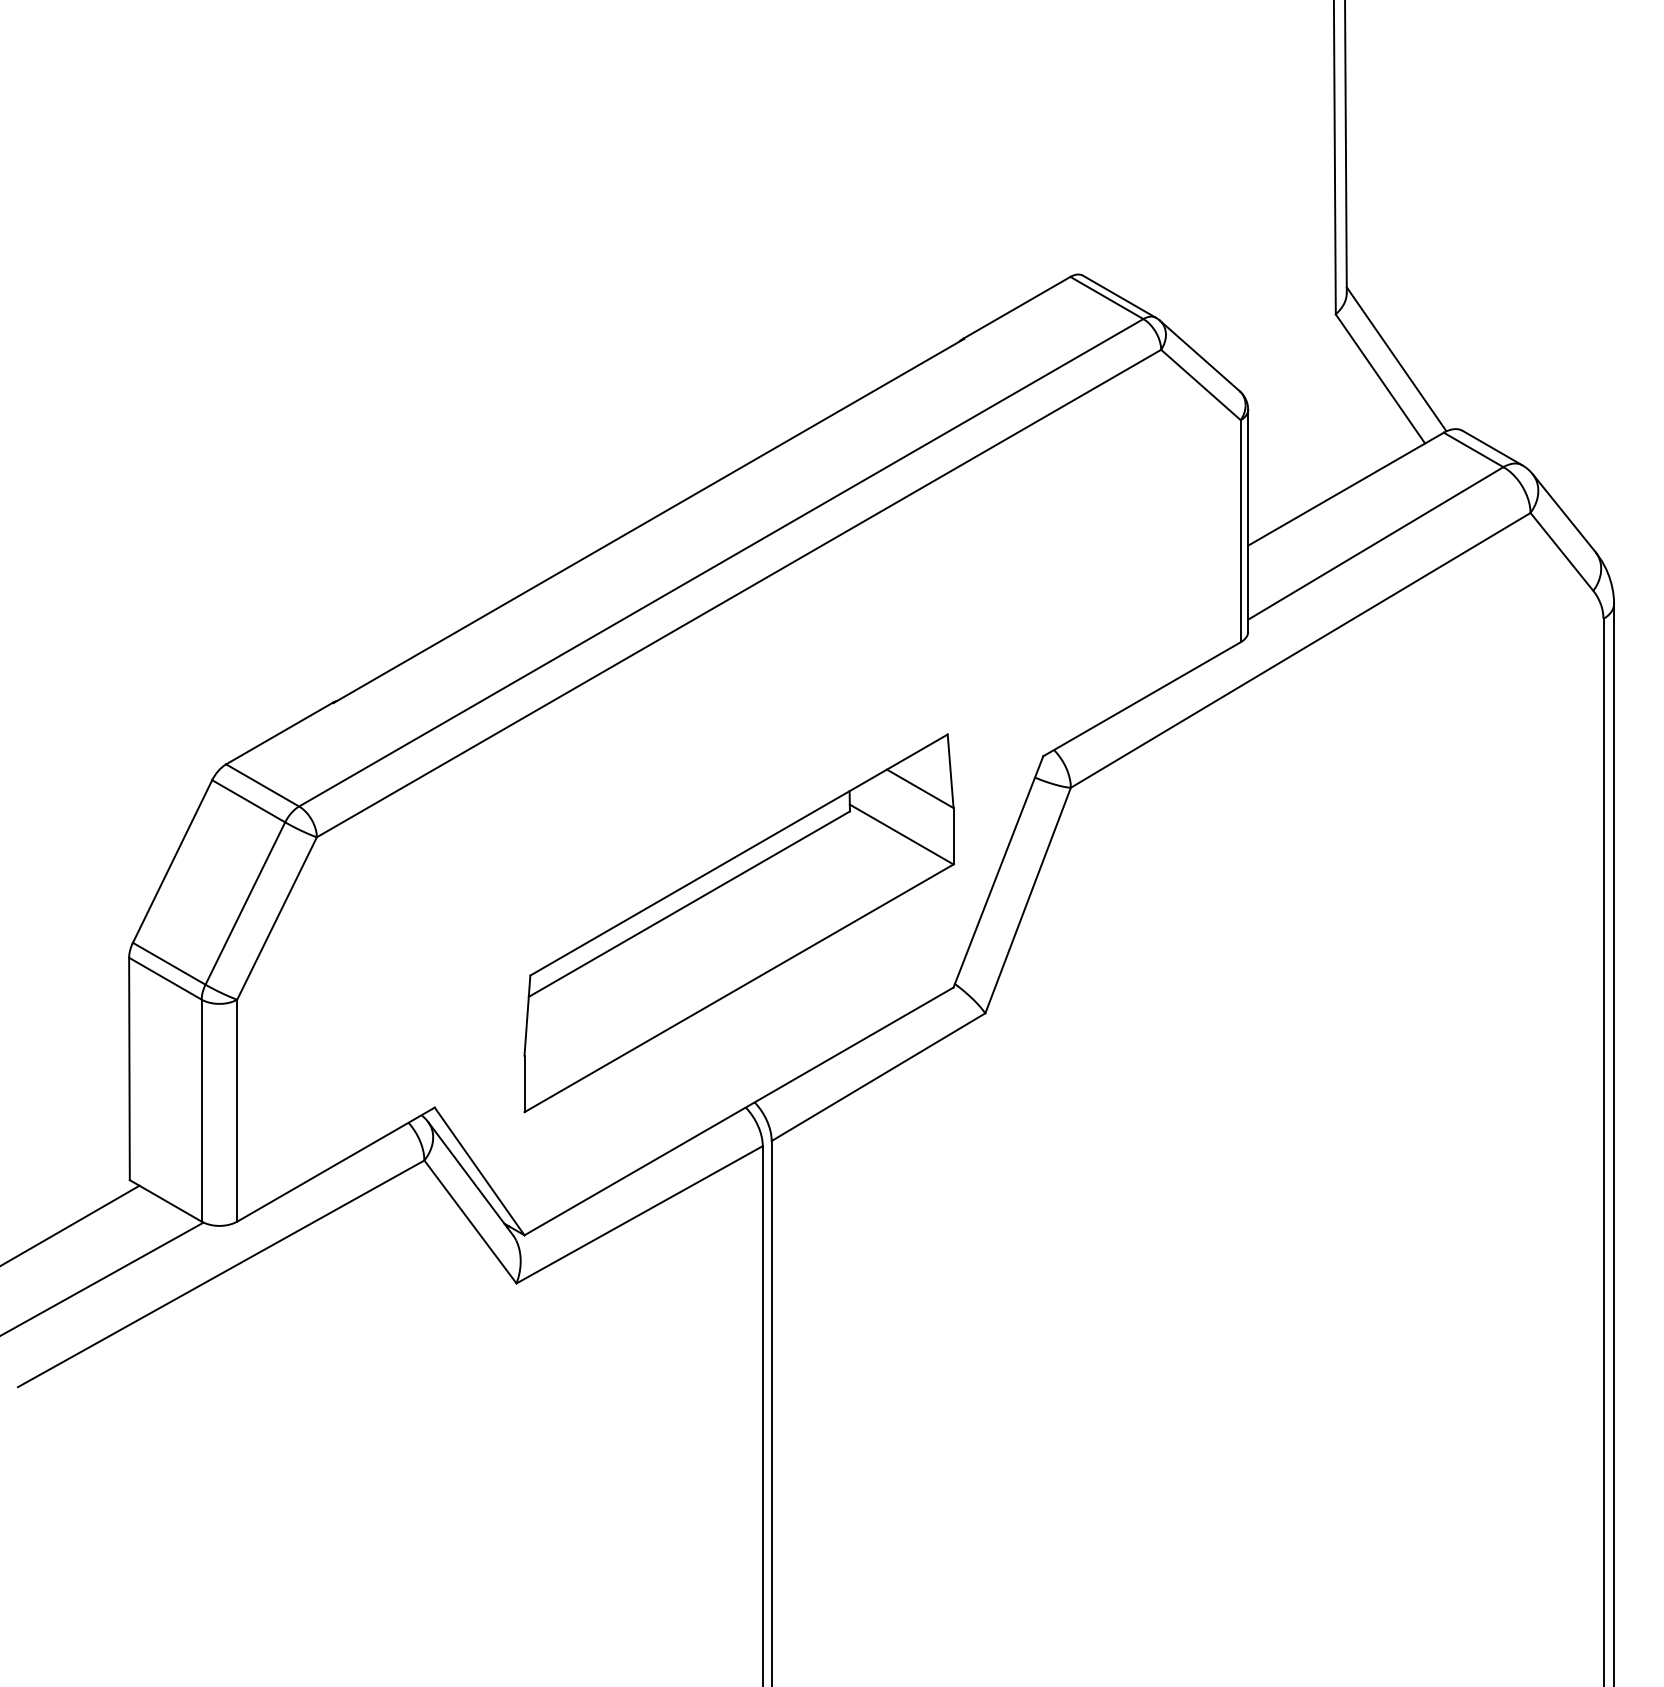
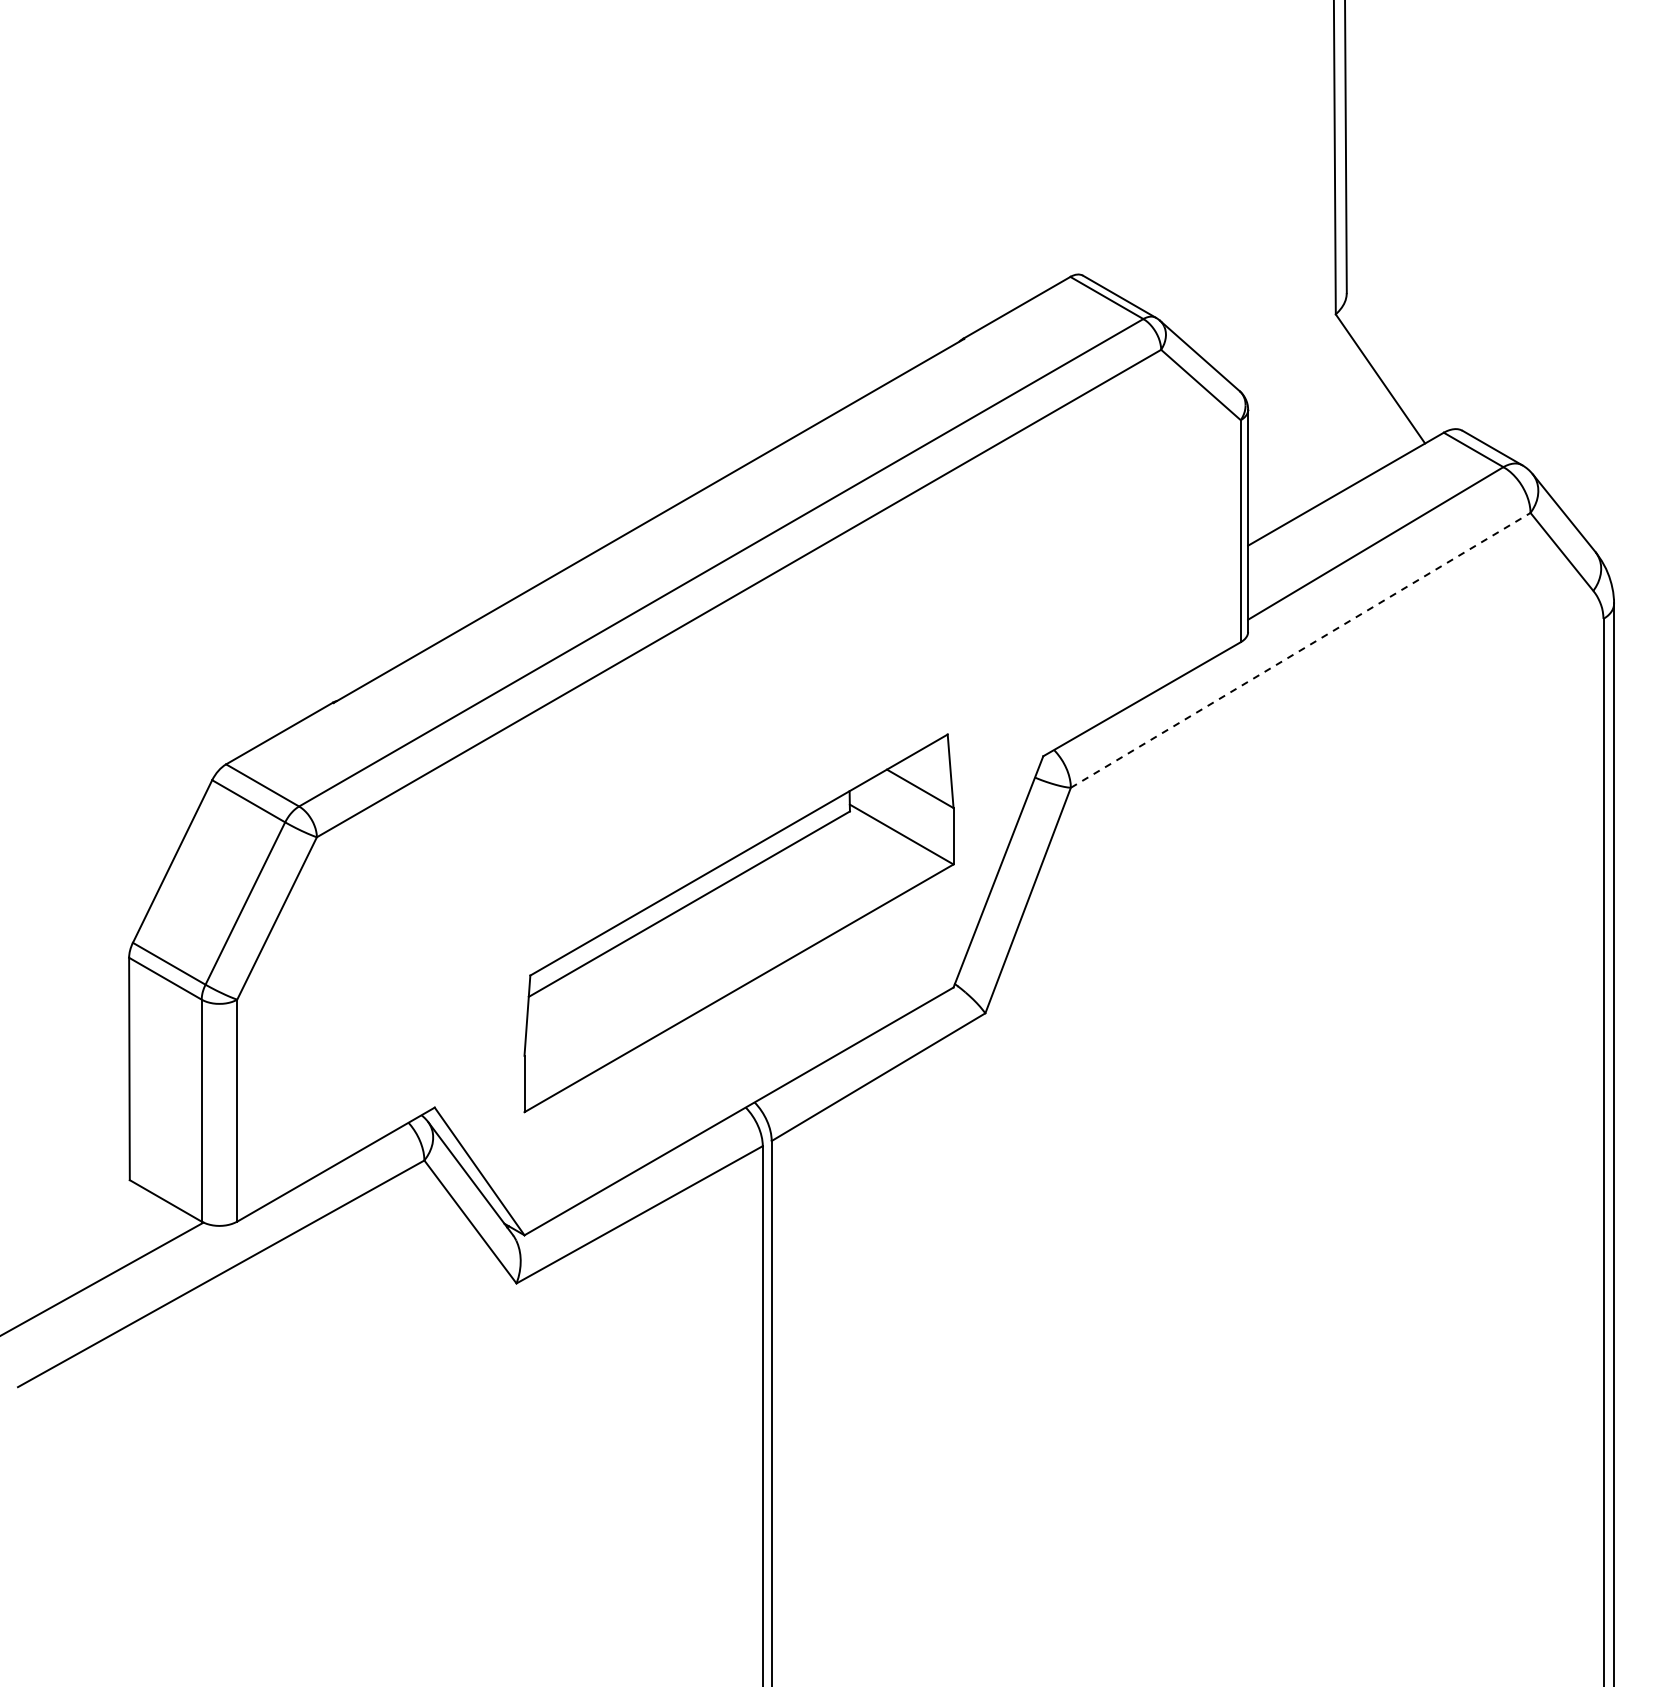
line at (1396, 359): present -> none
line at (1300, 650): solid -> dashed
line at (70, 1224): present -> none
